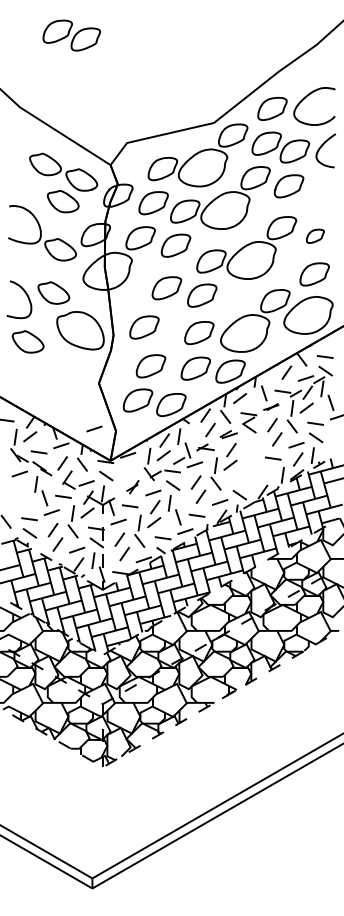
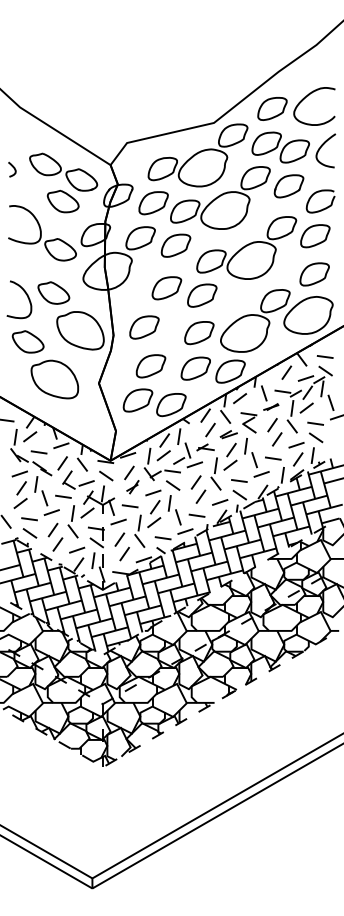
part at (71, 35): present -> none
part at (12, 169): none -> present
part at (323, 208): none -> present
part at (315, 235) size: 19x16 px -> 31x25 px
part at (54, 379): none -> present
line at (94, 428): present -> none
part at (250, 459): none -> present
line at (129, 472): none -> present
part at (20, 495): none -> present
